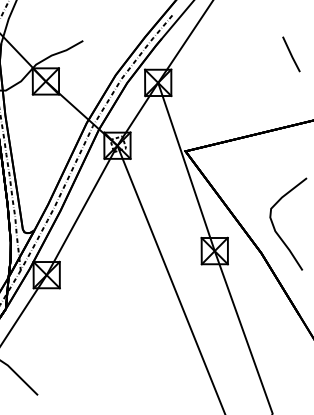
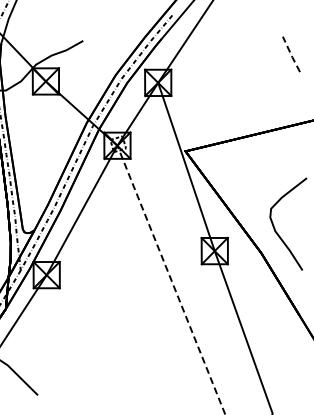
line at (291, 54): solid -> dashed
line at (171, 280): solid -> dashed
